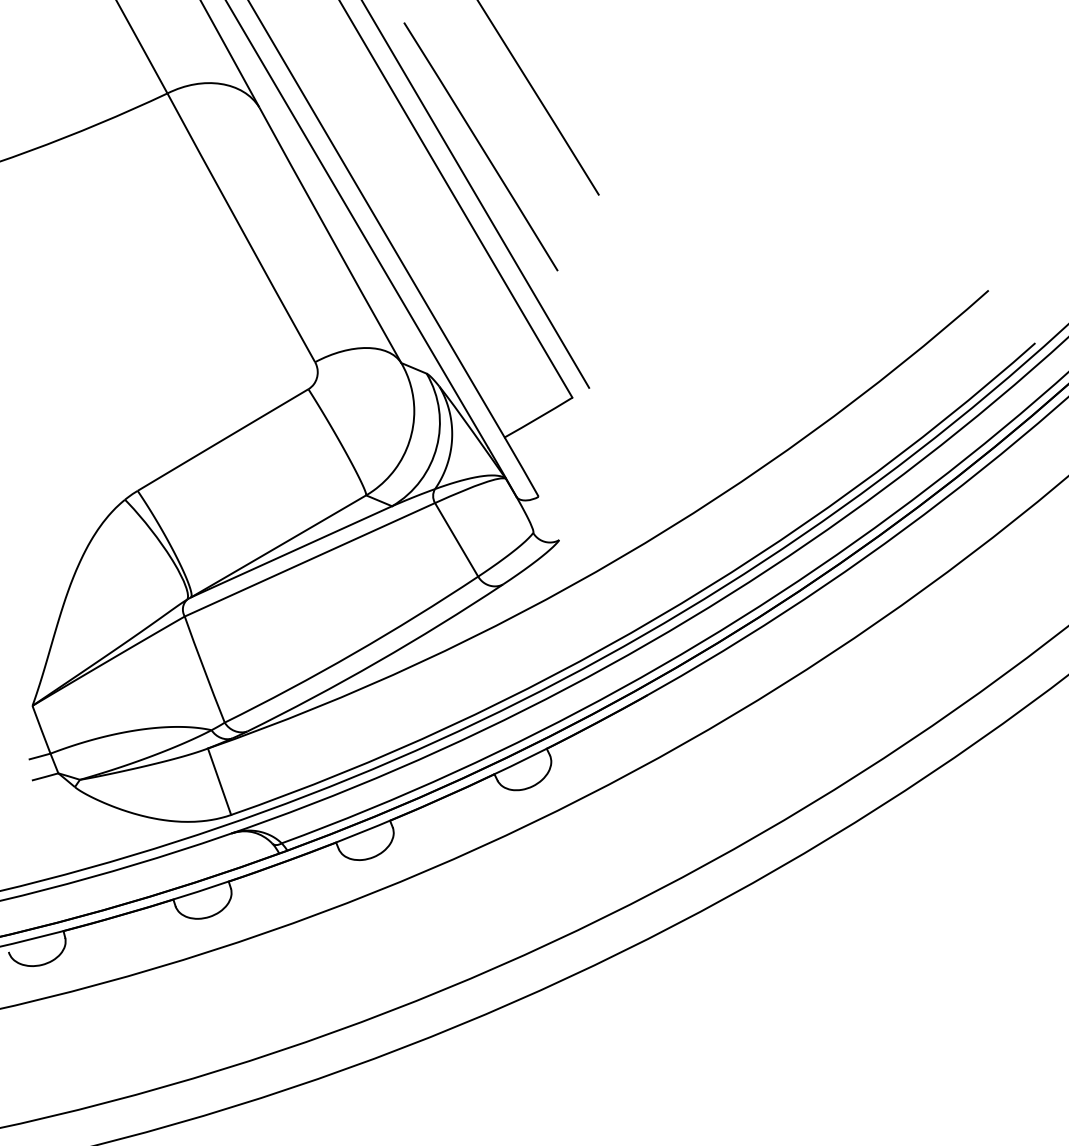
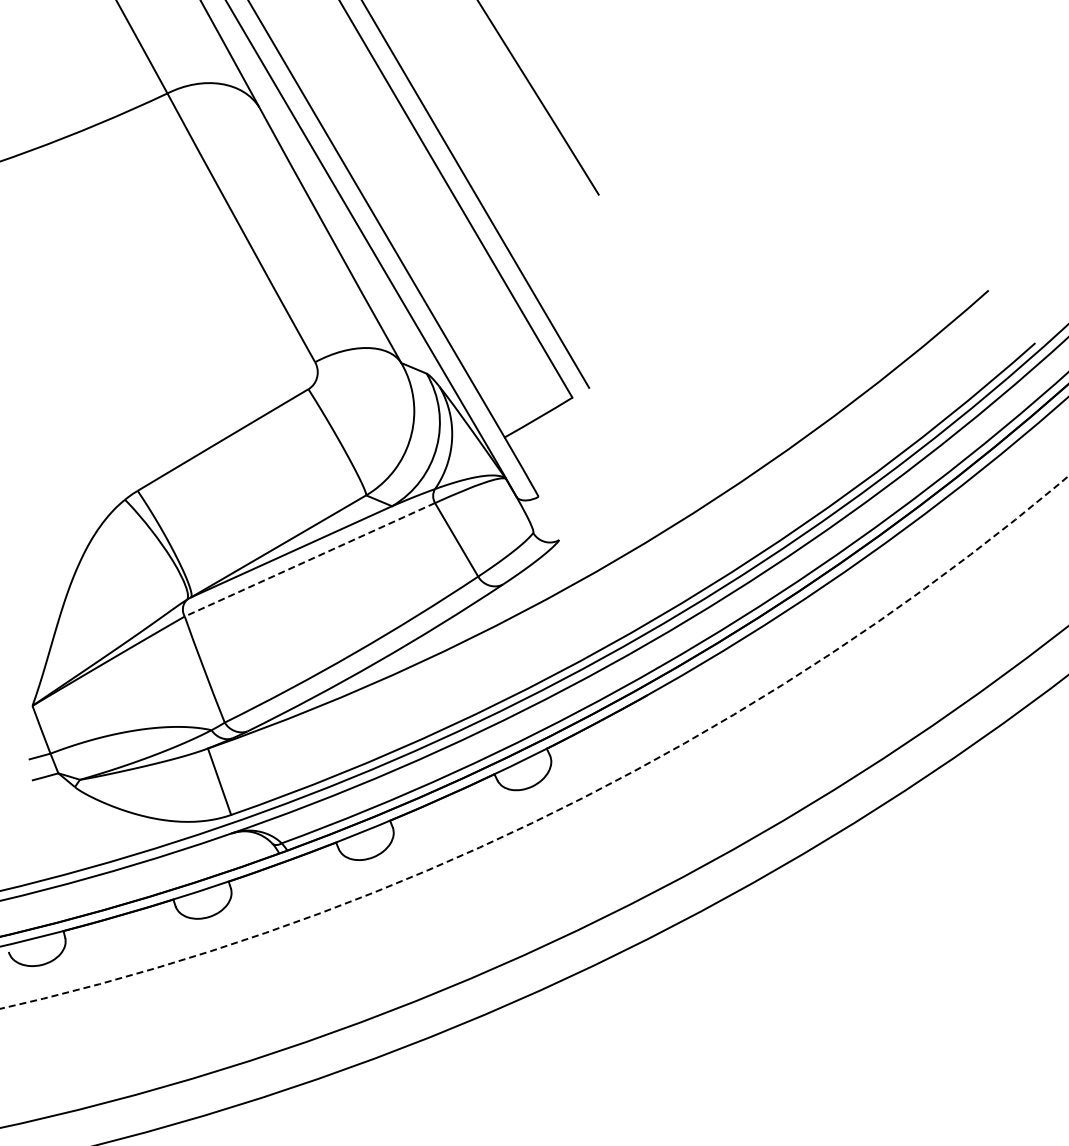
line at (480, 146): present -> none
line at (309, 560): solid -> dashed
arc at (566, 806): solid -> dashed
